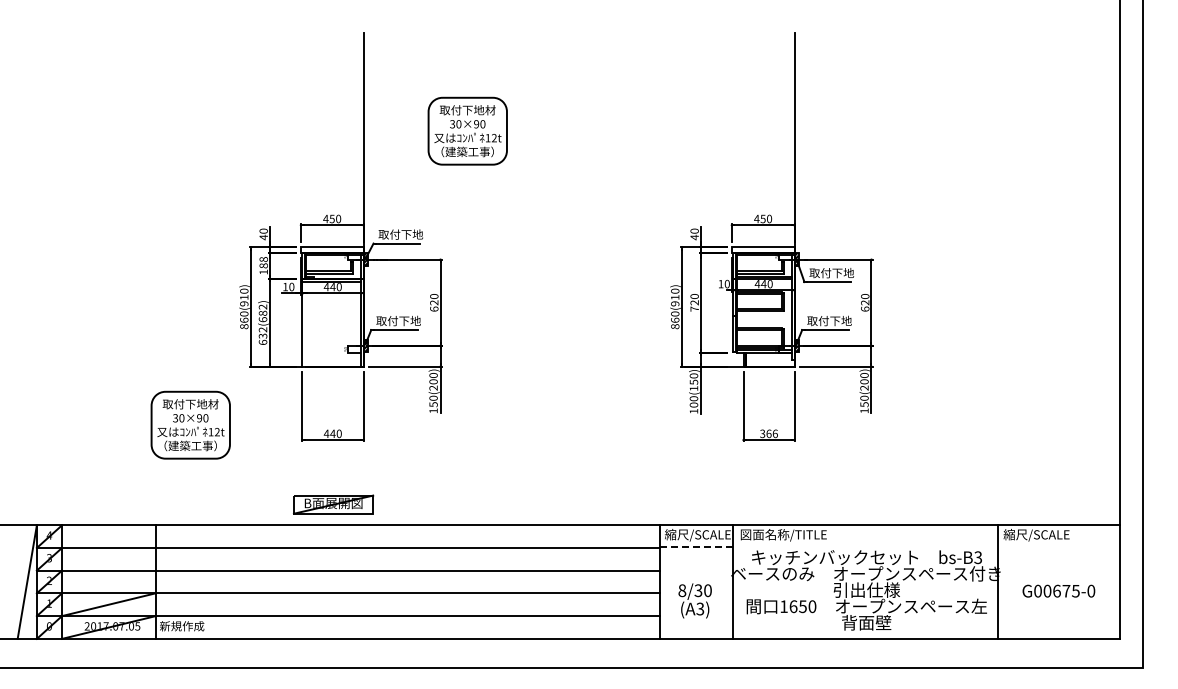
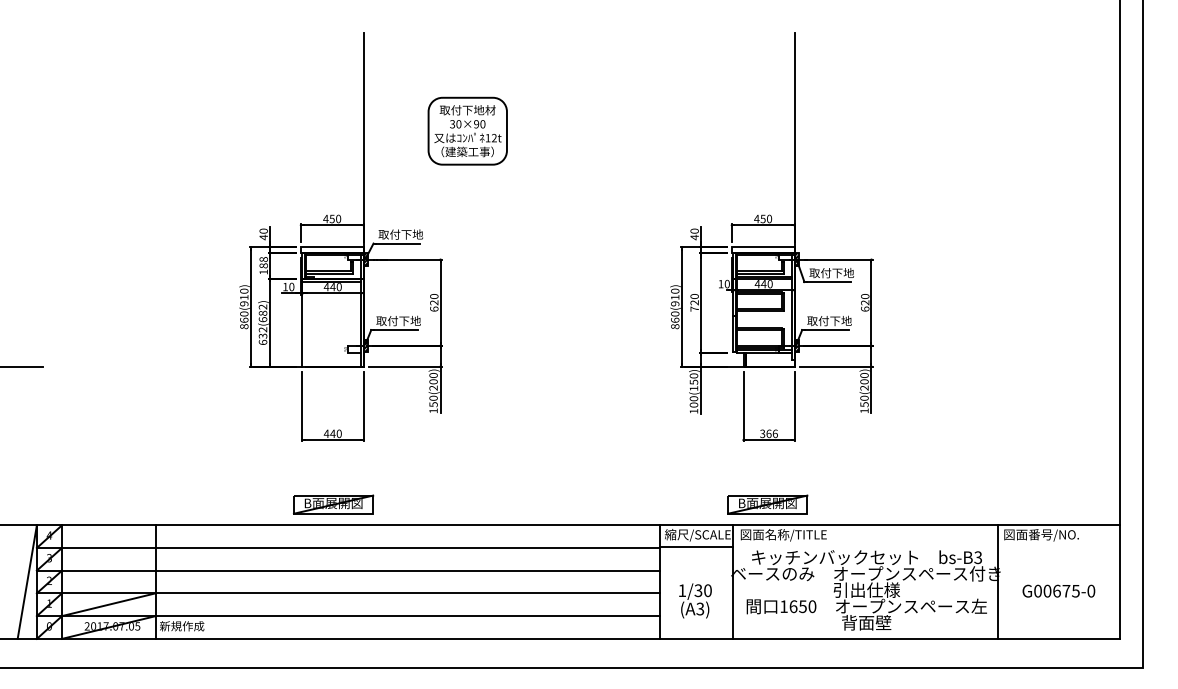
line at (22, 366): none -> present
part at (190, 424): present -> none
part at (767, 504): none -> present
text at (1040, 535): 縮尺/SCALE -> 図面番号/NO.
line at (697, 546): dashed -> solid
text at (682, 590): 8/30 -> 1/30
